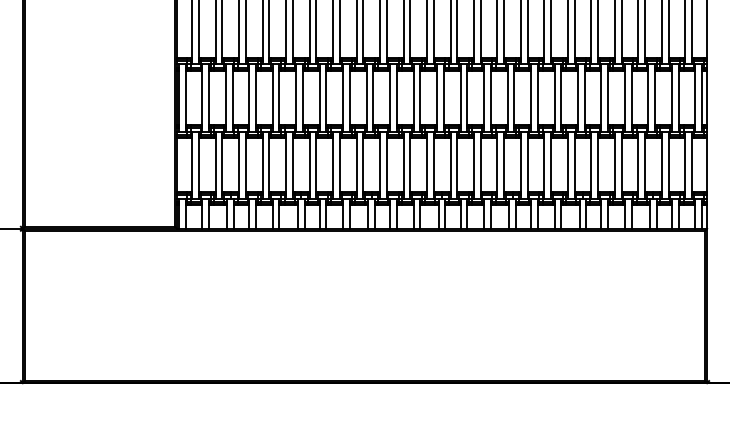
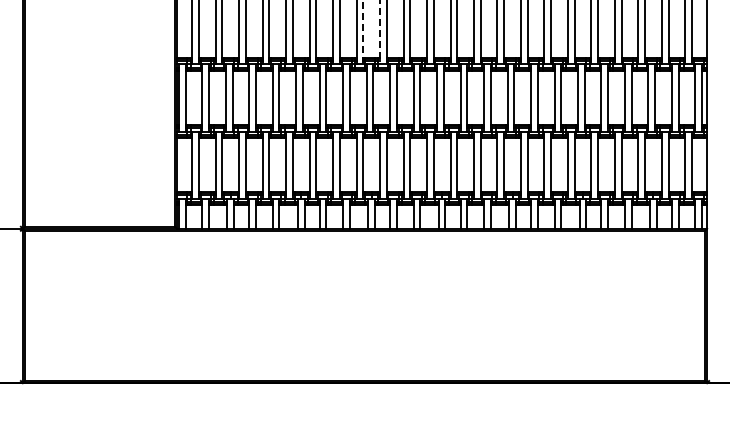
line at (363, 31): solid -> dashed
line at (380, 32): solid -> dashed
